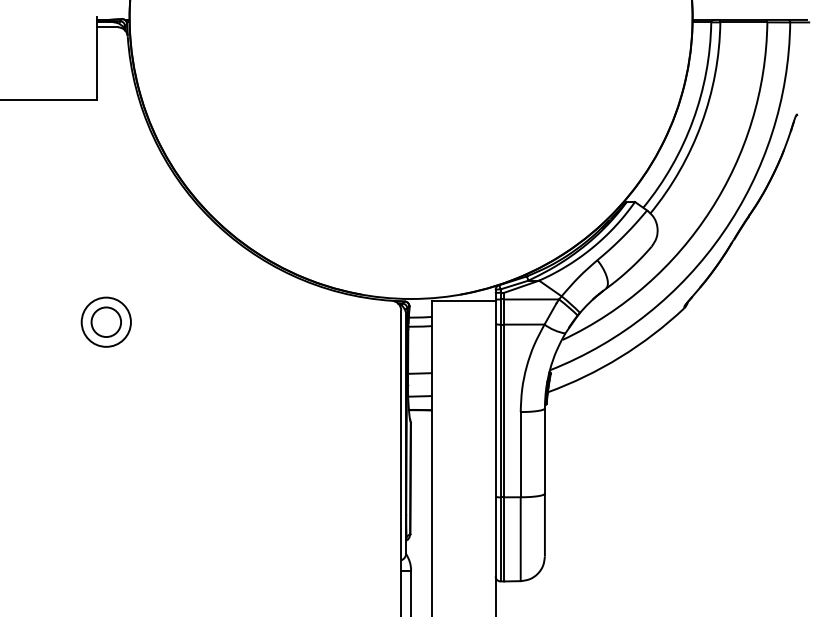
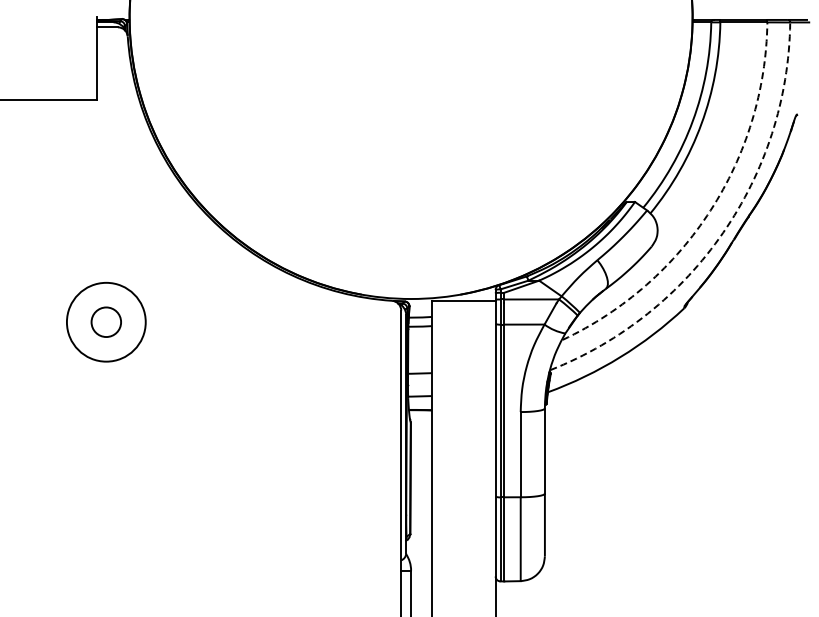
arc at (710, 210): solid -> dashed
arc at (723, 232): solid -> dashed
circle at (105, 321) diameter: 49 px -> 79 px
